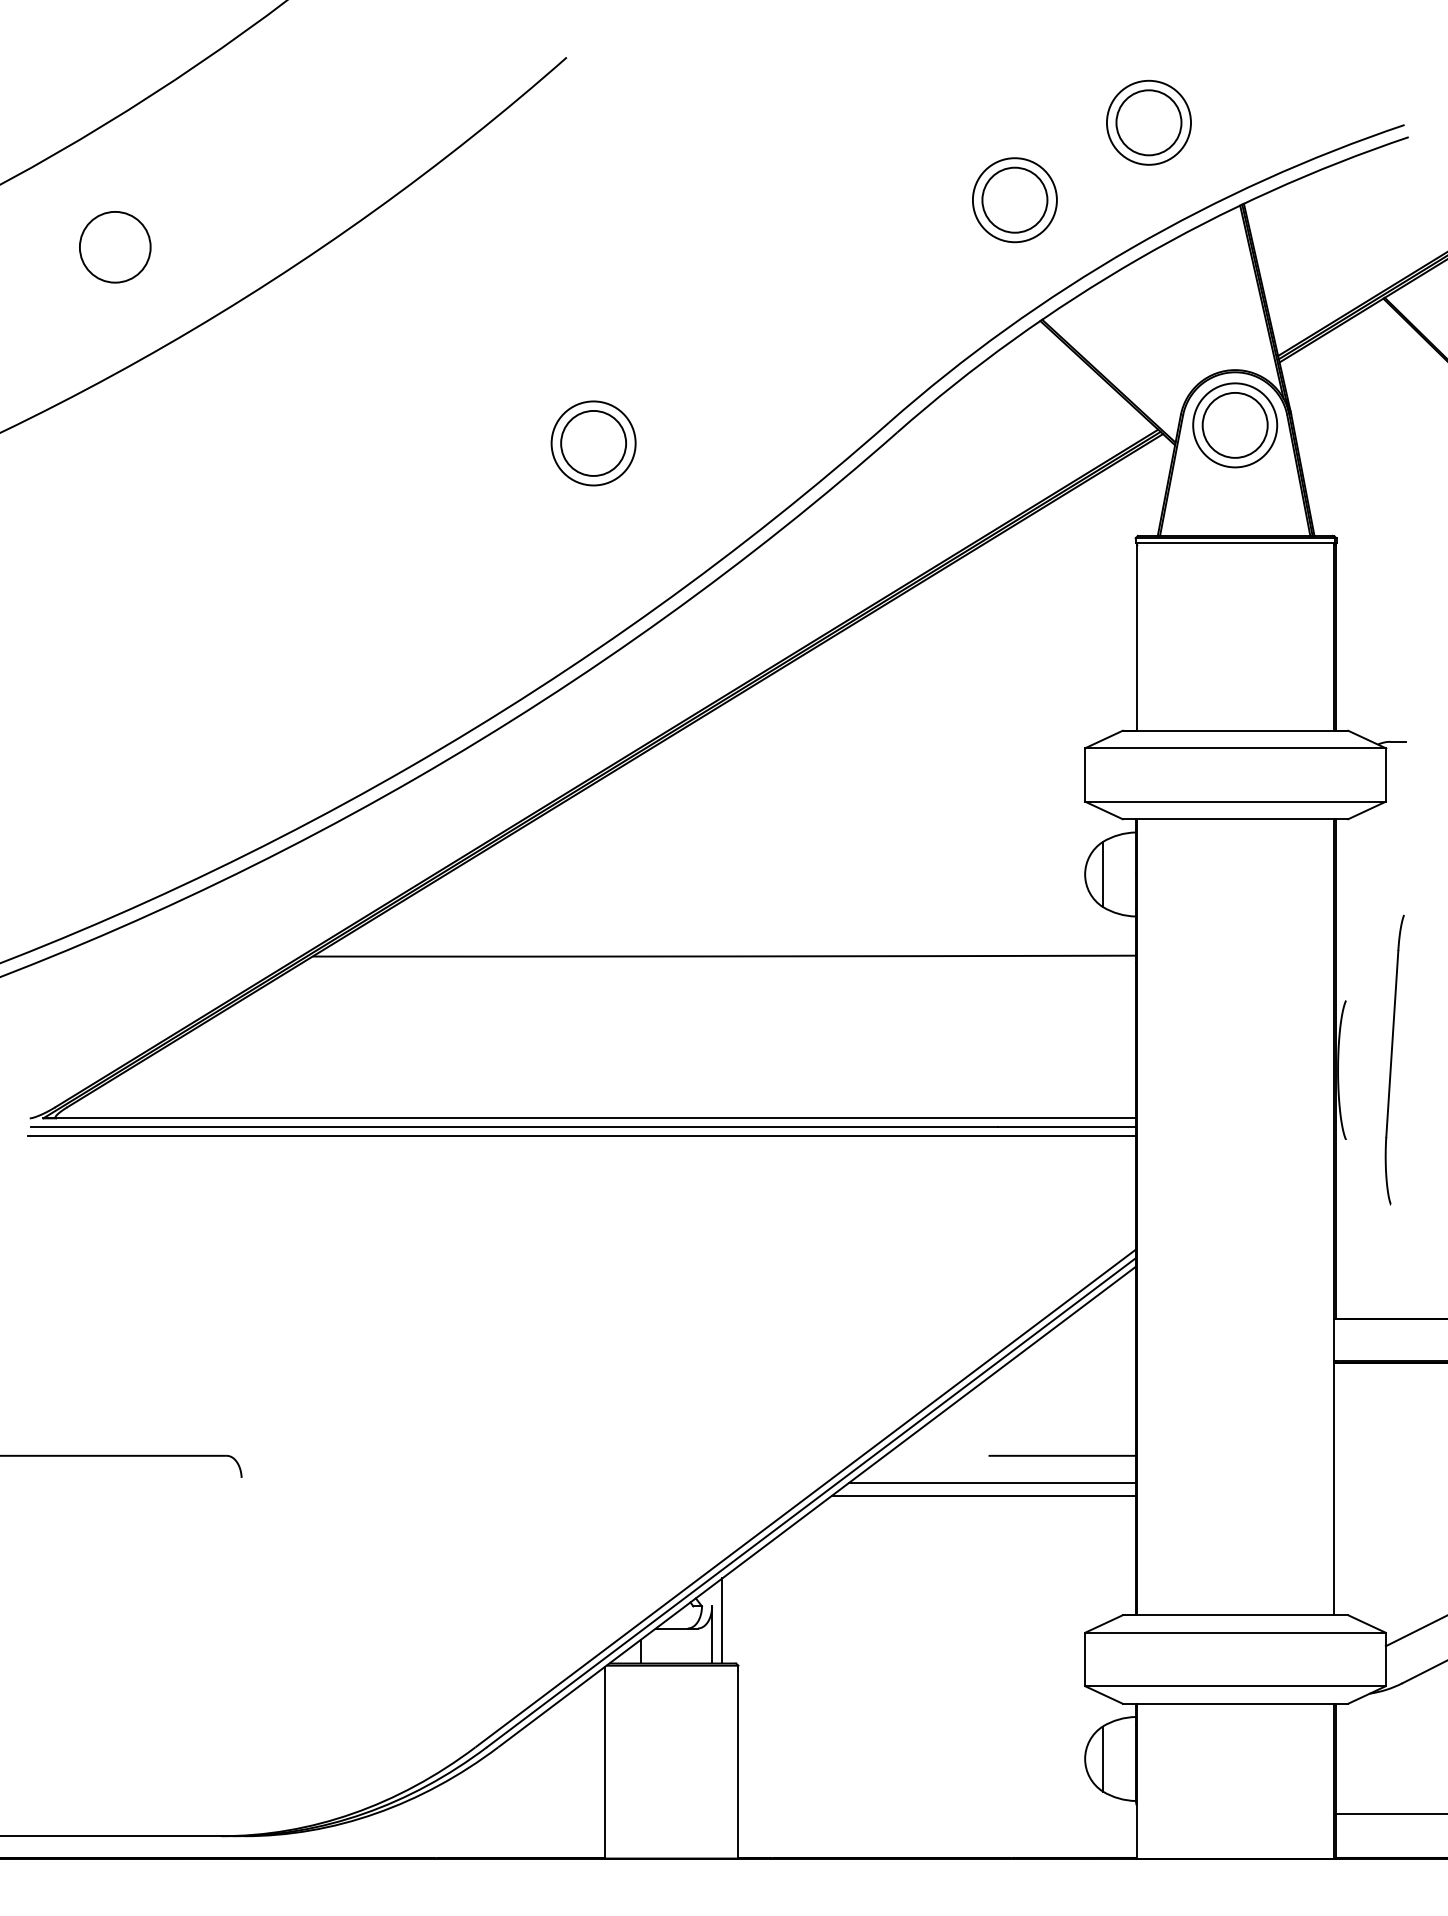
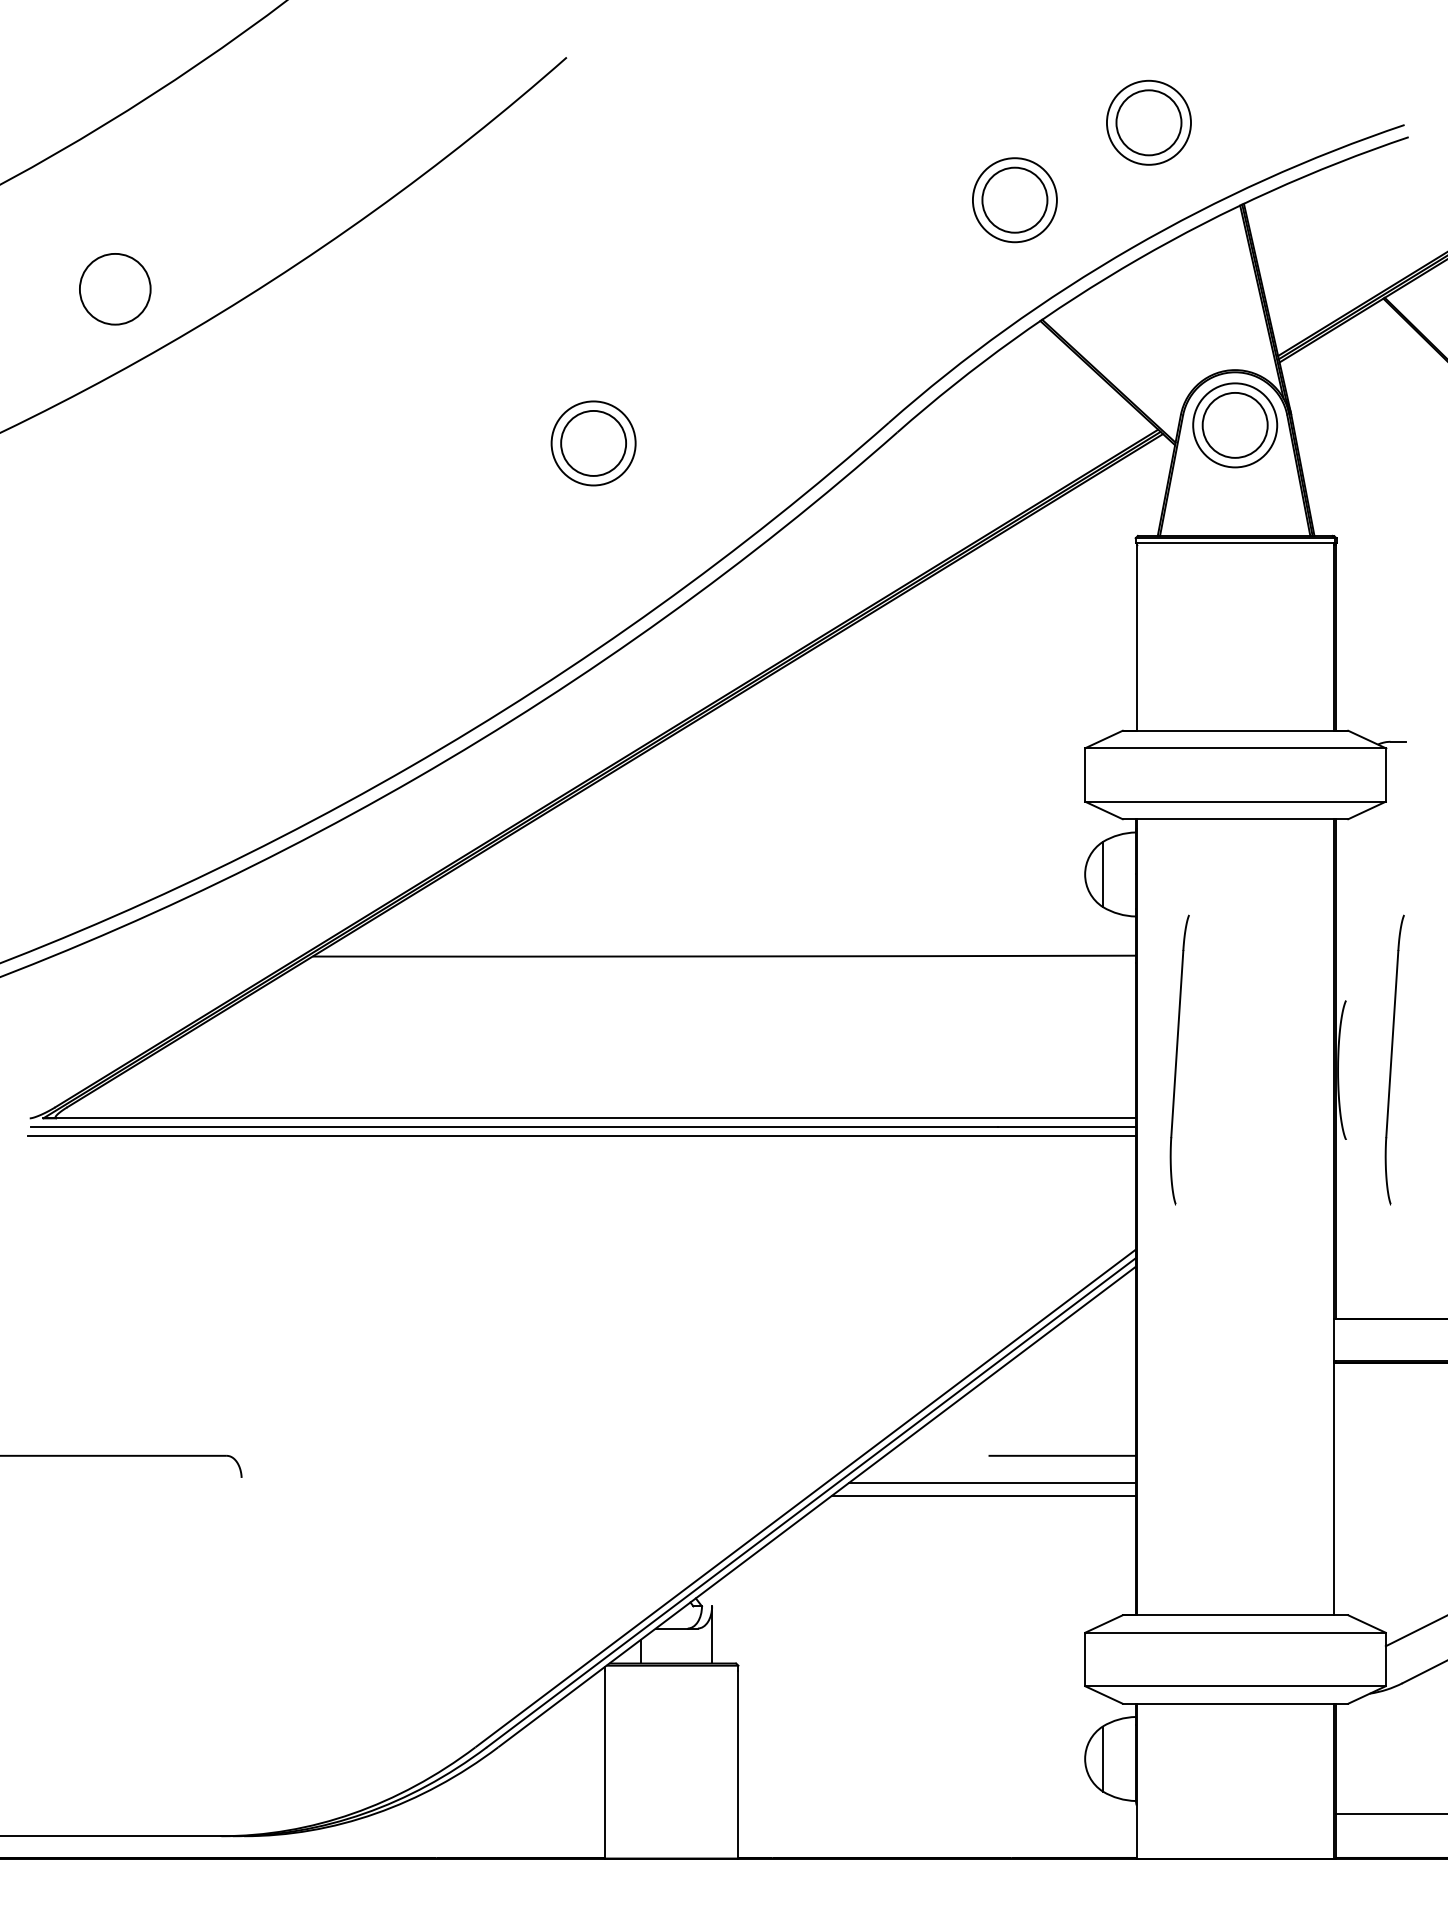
circle at (115, 247) position: (115, 247) -> (115, 289)
part at (1179, 1059): none -> present
line at (722, 1620): present -> none
